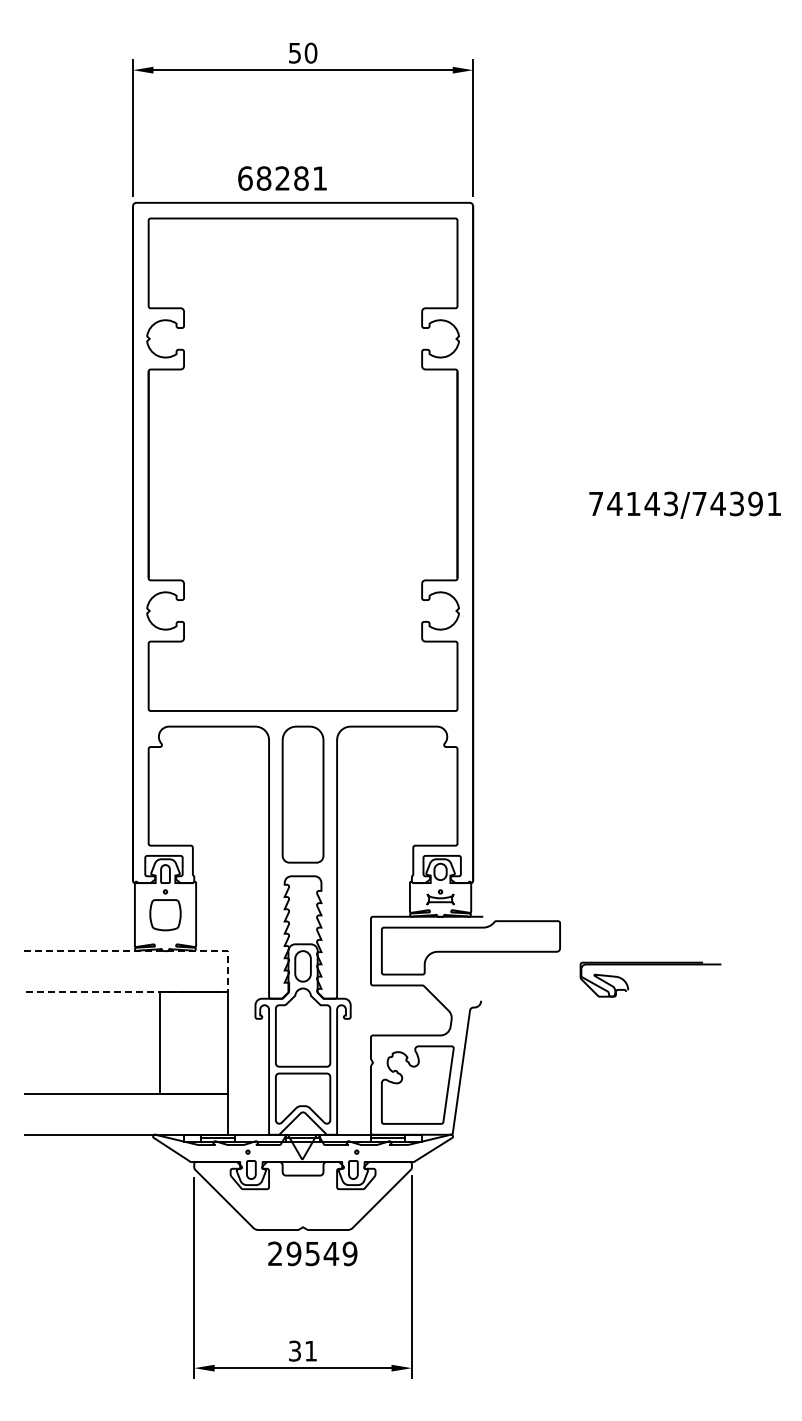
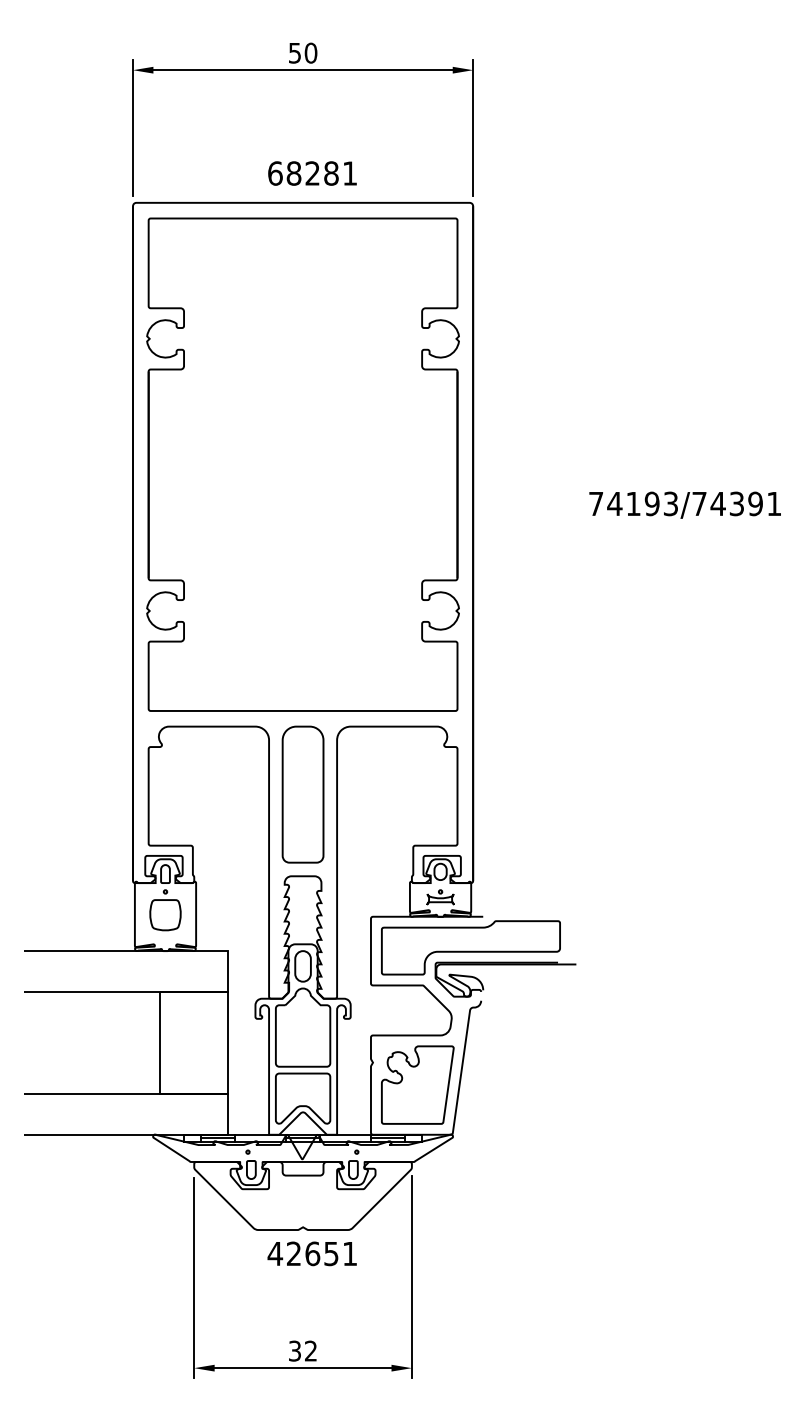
text at (282, 178) position: (282, 178) -> (312, 173)
text at (651, 503): 74143/74391 -> 74193/74391
part at (650, 965) position: (650, 965) -> (505, 965)
line at (228, 972): dashed -> solid
text at (312, 1253): 29549 -> 42651
text at (310, 1350): 31 -> 32
